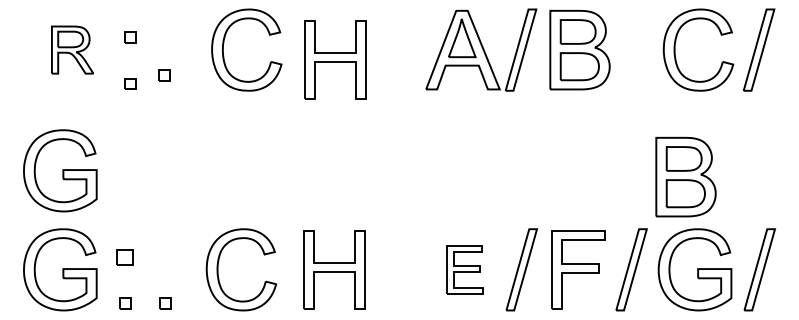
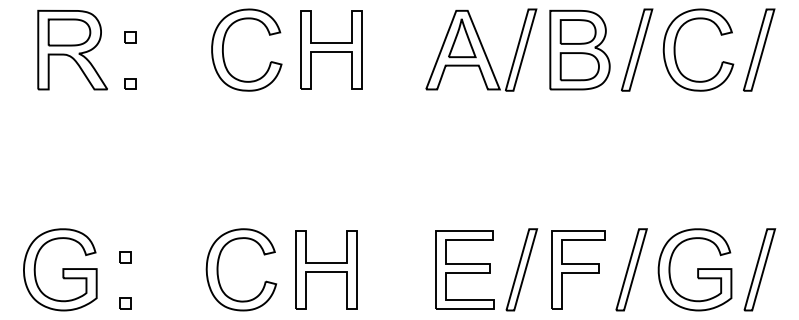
part at (72, 49) size: 43x50 px -> 71x82 px
part at (637, 49): none -> present
part at (335, 59) position: (335, 59) -> (331, 49)
part at (164, 75): present -> none
part at (60, 170): present -> none
part at (685, 176): present -> none
part at (124, 257) size: 18x17 px -> 13x13 px
part at (334, 269) position: (334, 269) -> (326, 269)
part at (464, 269) size: 38x50 px -> 60x80 px
part at (165, 303): present -> none
